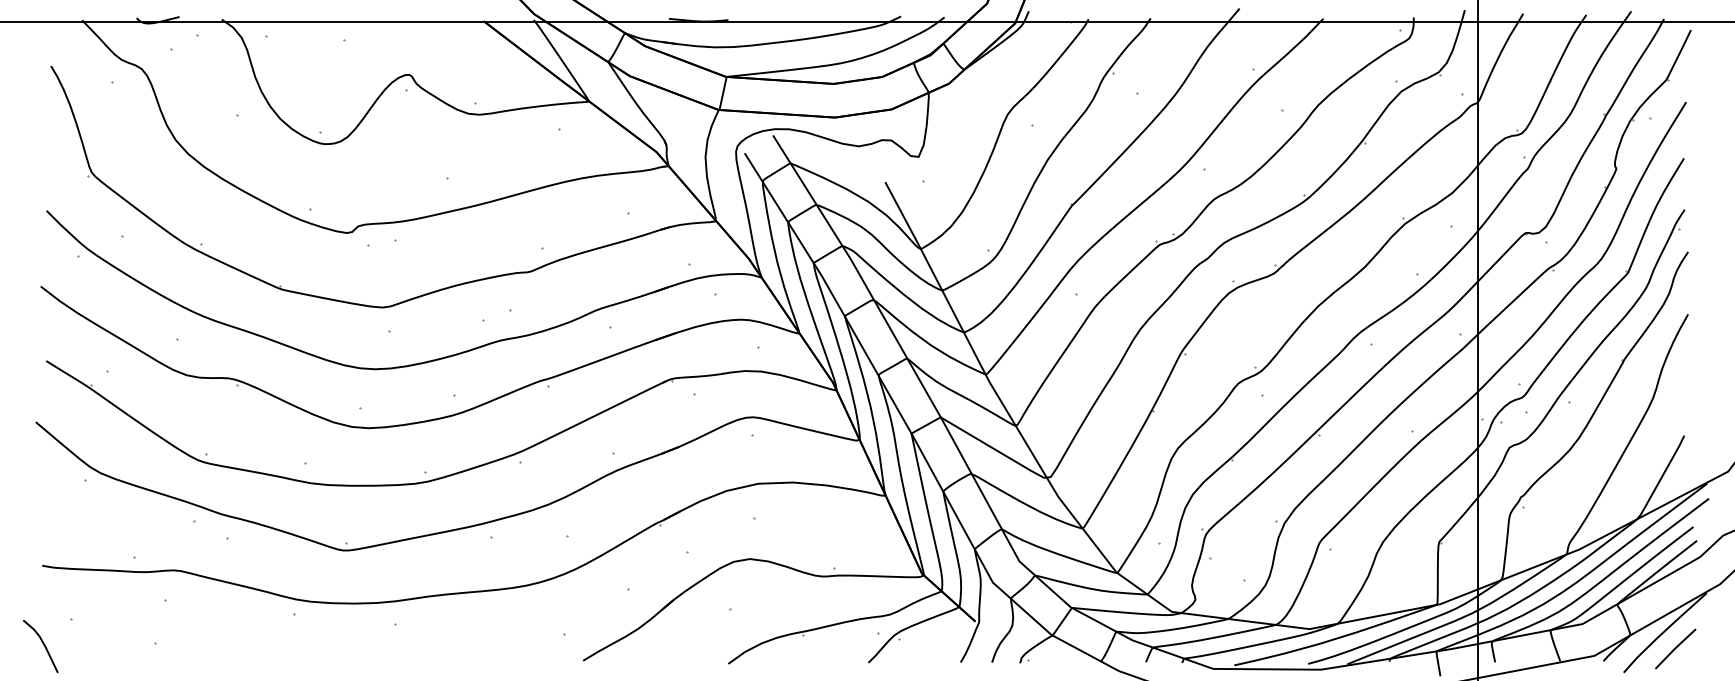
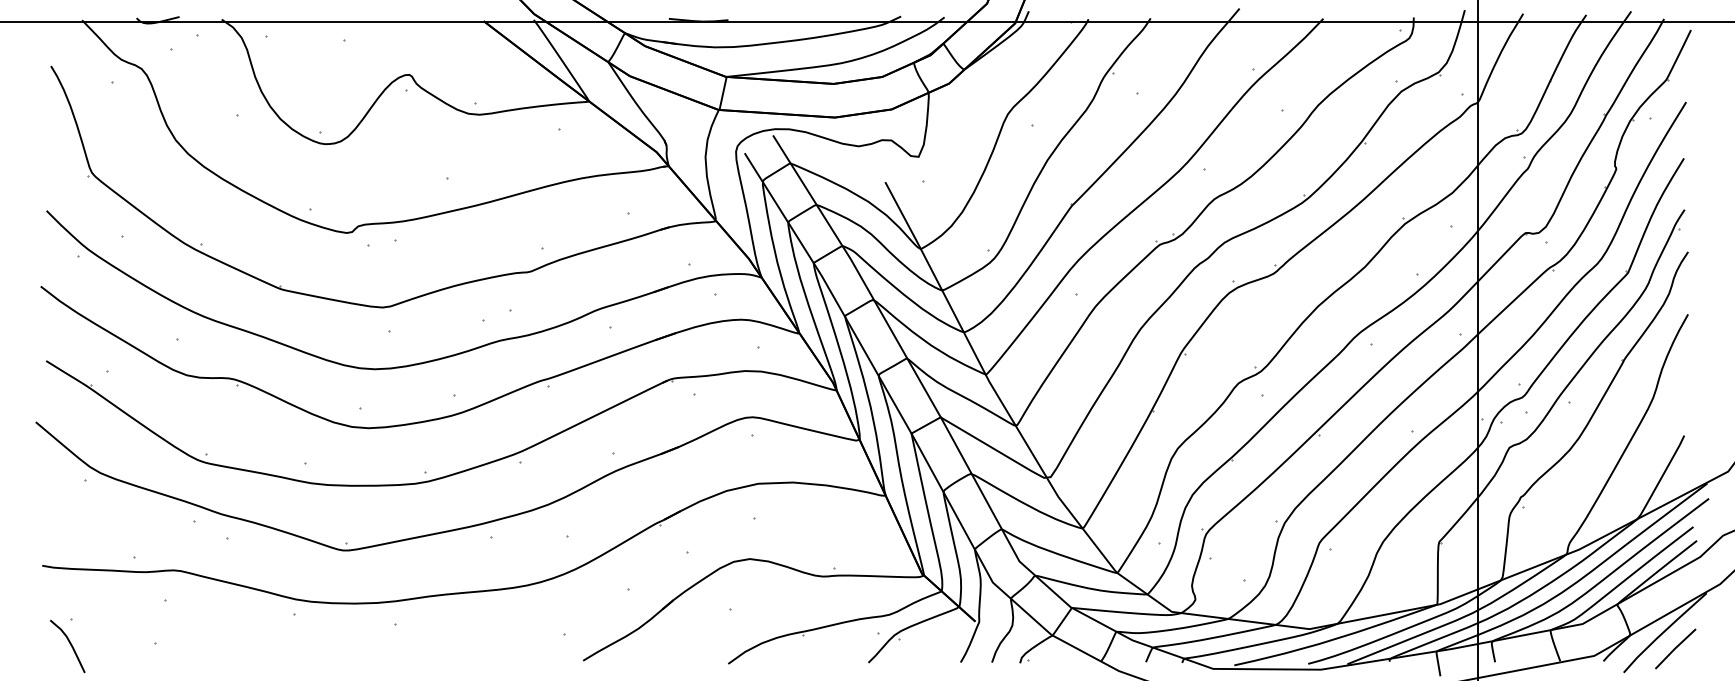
curve at (43, 645) position: (43, 645) -> (70, 645)
